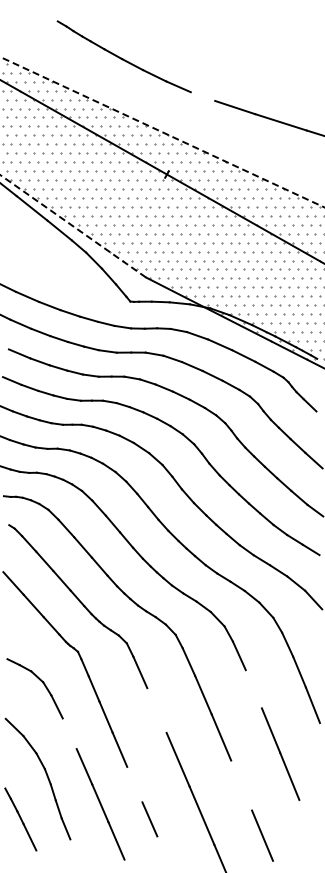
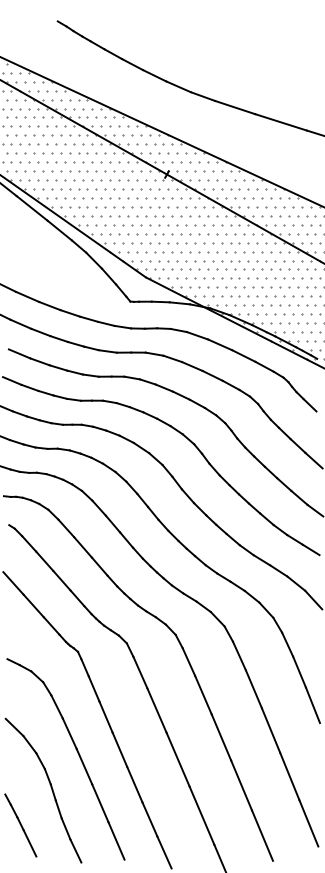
line at (202, 96): none -> present
line at (162, 132): dashed -> solid
line at (73, 226): dashed -> solid
line at (253, 689): none -> present
line at (156, 710): none -> present
line at (69, 733): none -> present
line at (134, 784): none -> present
line at (241, 785): none -> present
line at (20, 819) position: (20, 819) -> (20, 825)
line at (308, 822): none -> present
line at (75, 850): none -> present
line at (164, 852): none -> present
